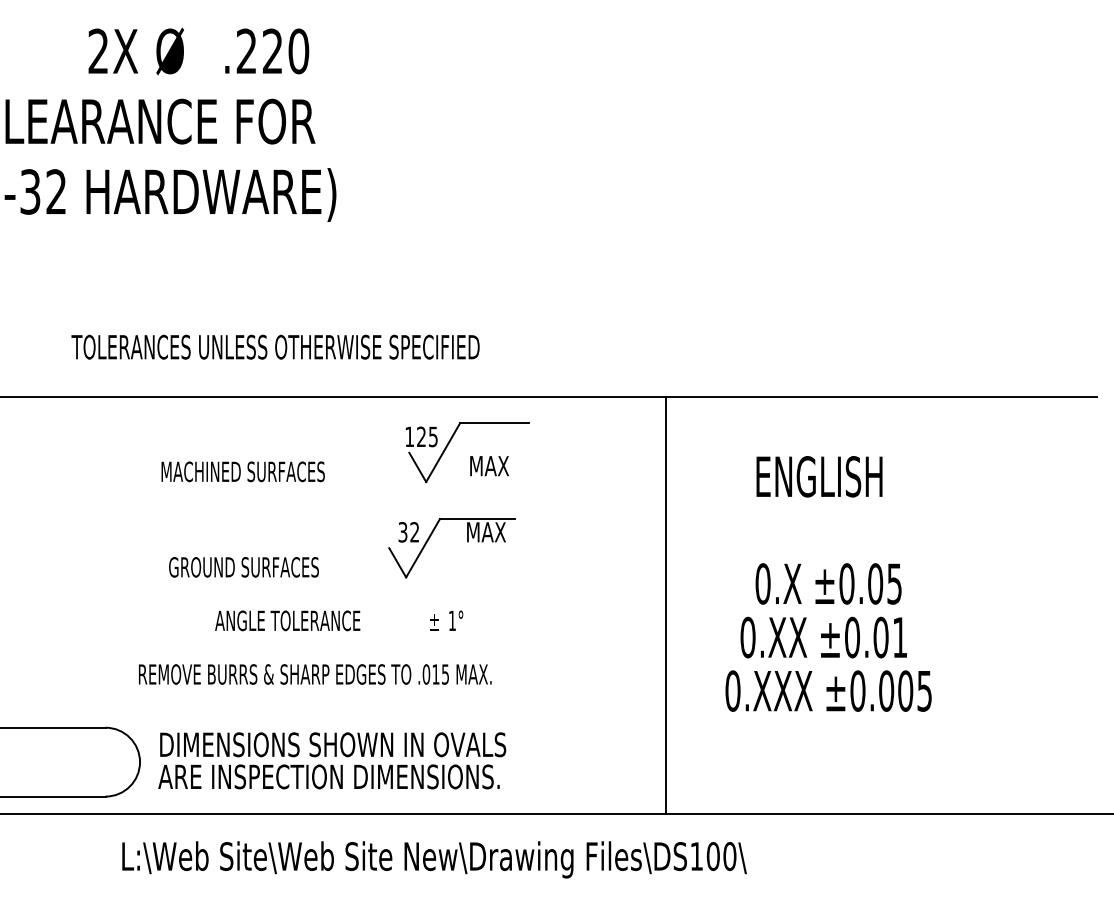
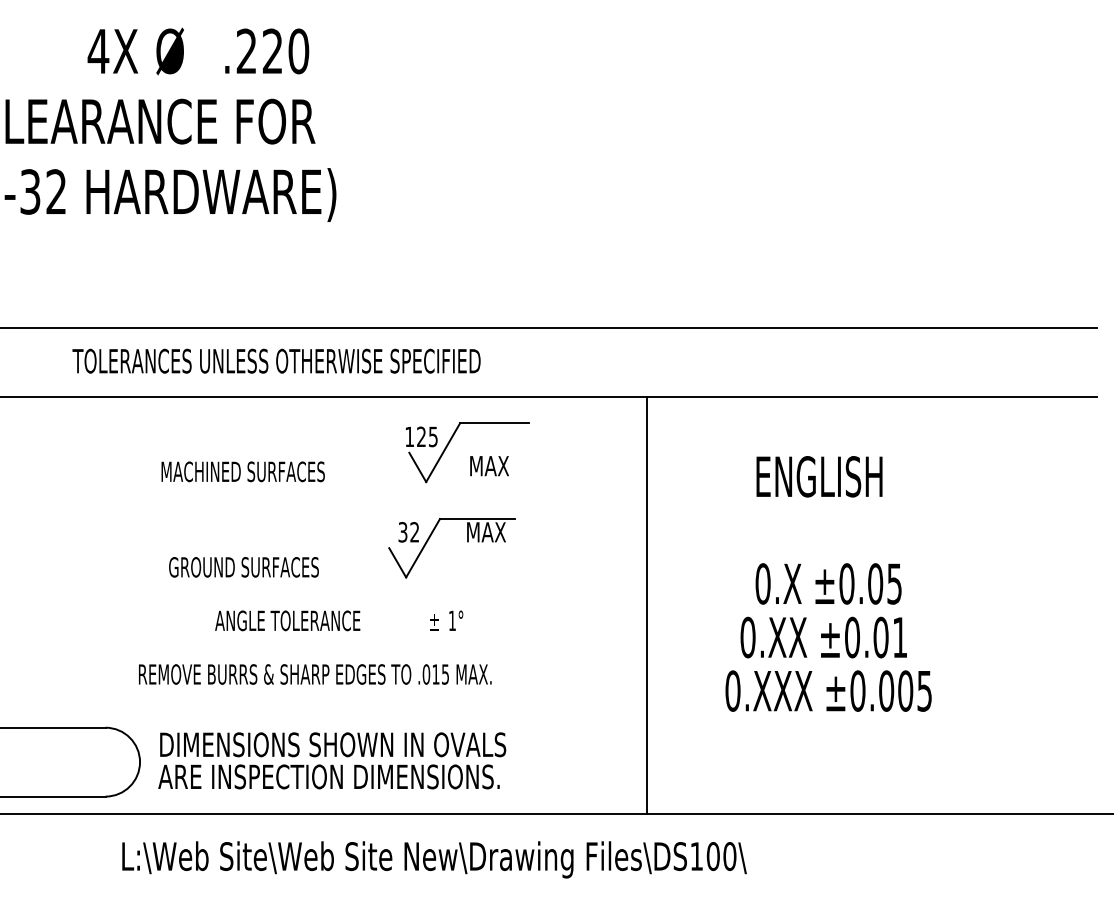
text at (98, 50): 2X -> 4X
line at (549, 327): none -> present
text at (275, 346) position: (275, 346) -> (276, 360)
line at (666, 605) position: (666, 605) -> (647, 605)
